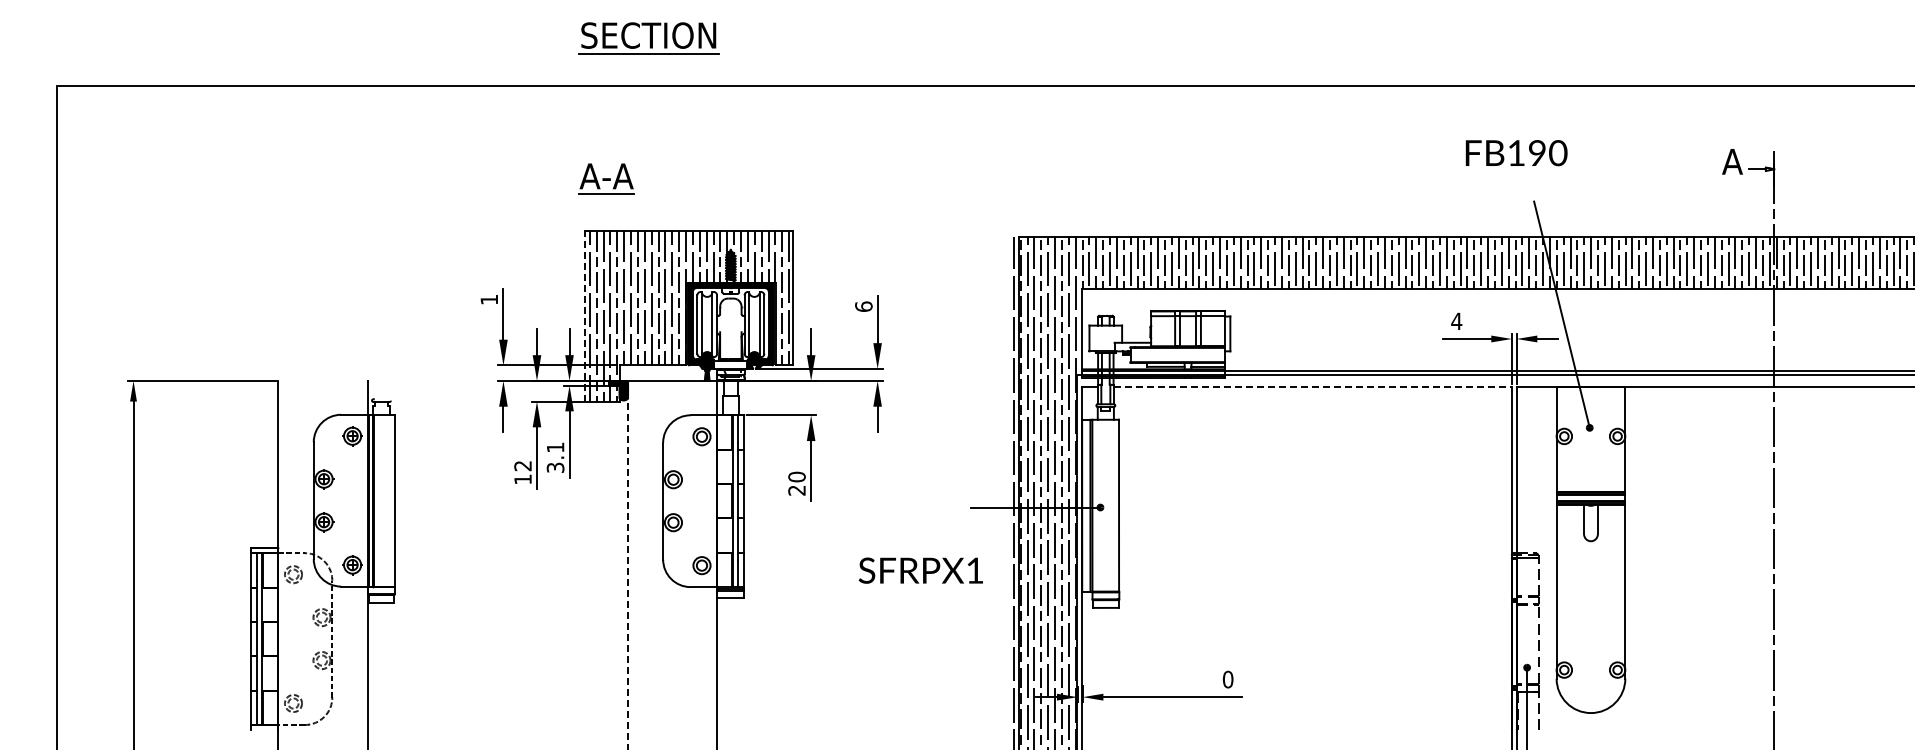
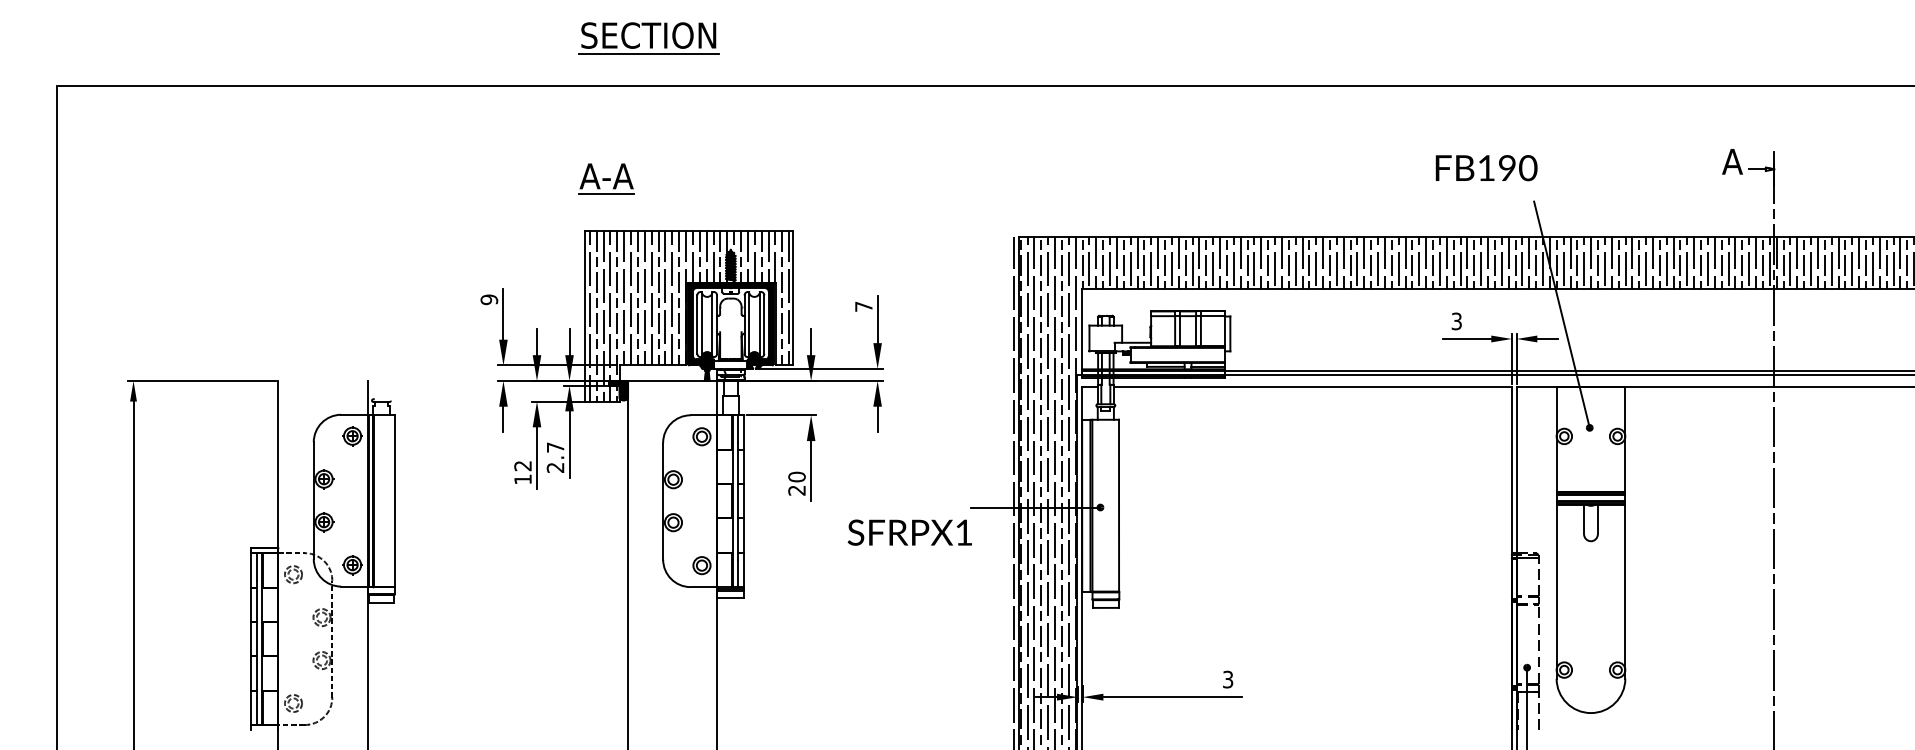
text at (1516, 153) position: (1516, 153) -> (1486, 168)
text at (489, 299): 1 -> 9
text at (863, 306): 6 -> 7
line at (585, 316): dashed -> solid
text at (1456, 321): 4 -> 3
line at (1313, 386): dashed -> solid
text at (555, 457): 3.1 -> 2.7
line at (628, 565): dashed -> solid
text at (920, 570) position: (920, 570) -> (909, 532)
text at (1227, 679): 0 -> 3
